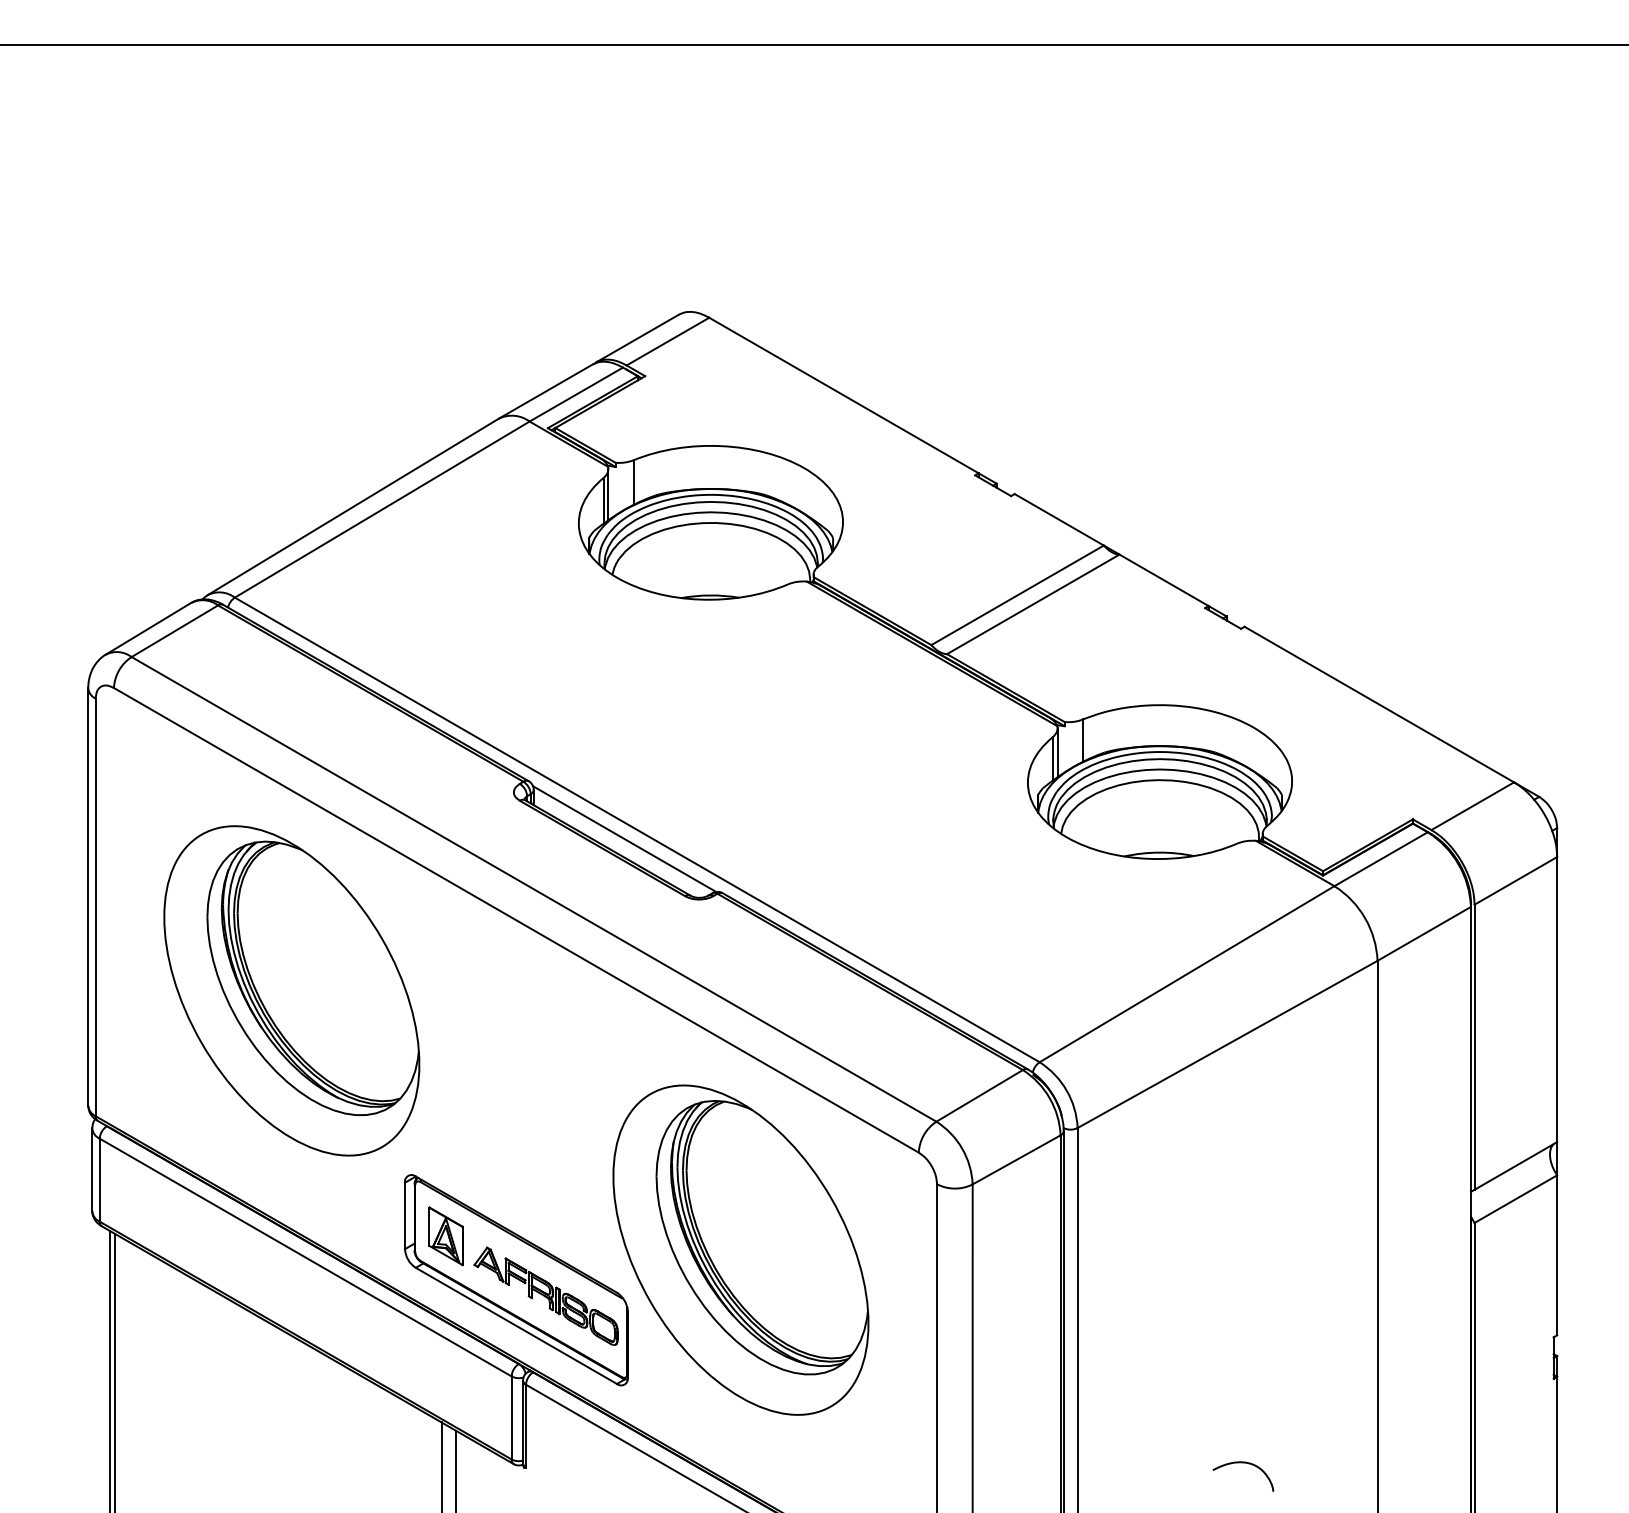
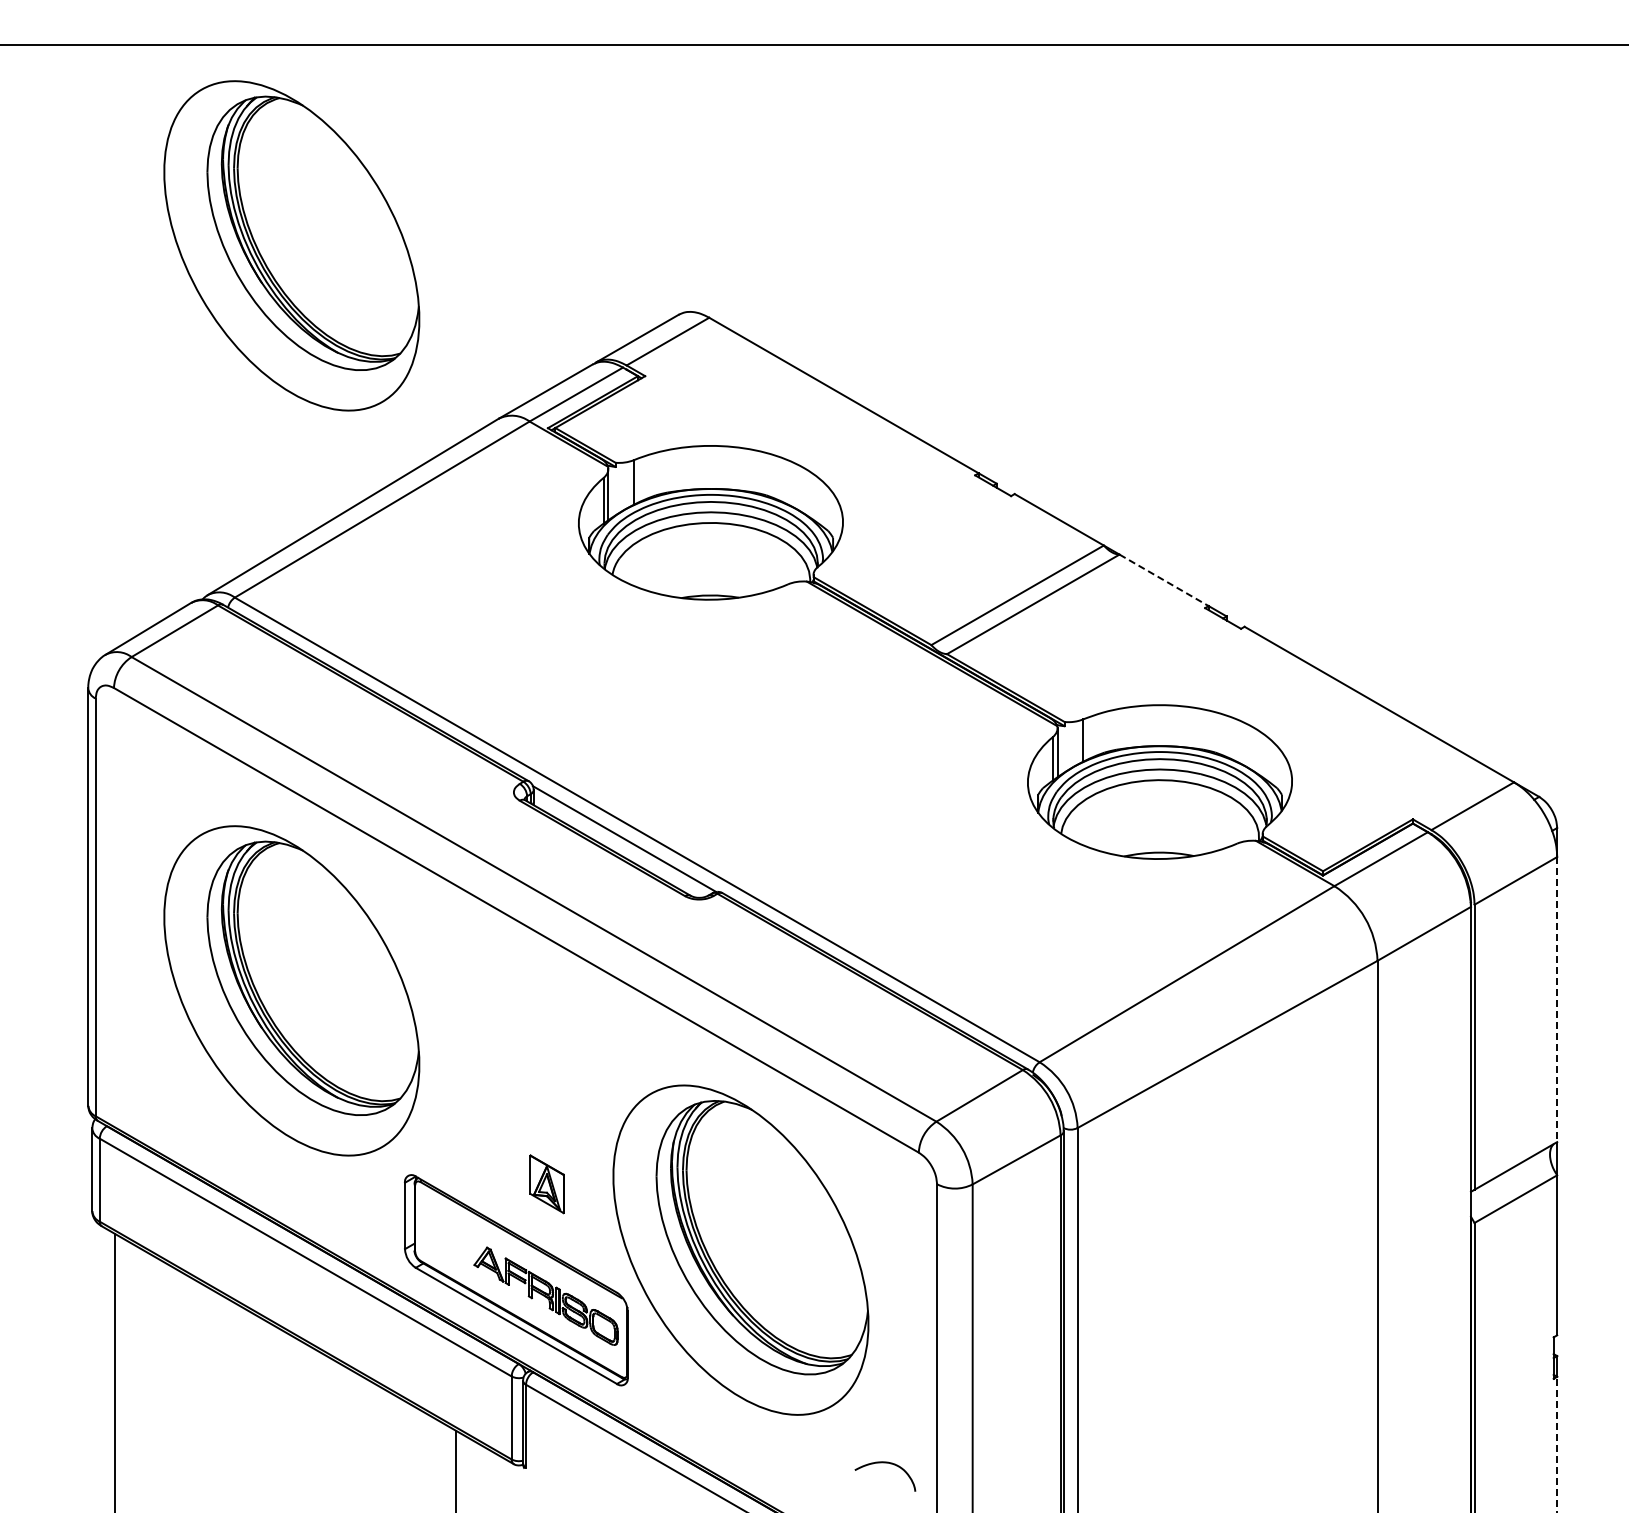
part at (291, 245): none -> present
line at (1164, 580): solid -> dashed
line at (1557, 999): solid -> dashed
part at (445, 1236) position: (445, 1236) -> (546, 1184)
line at (110, 1370): present -> none
line at (1557, 1444): solid -> dashed
curve at (1243, 1463) position: (1243, 1463) -> (885, 1463)
line at (441, 1465): present -> none
